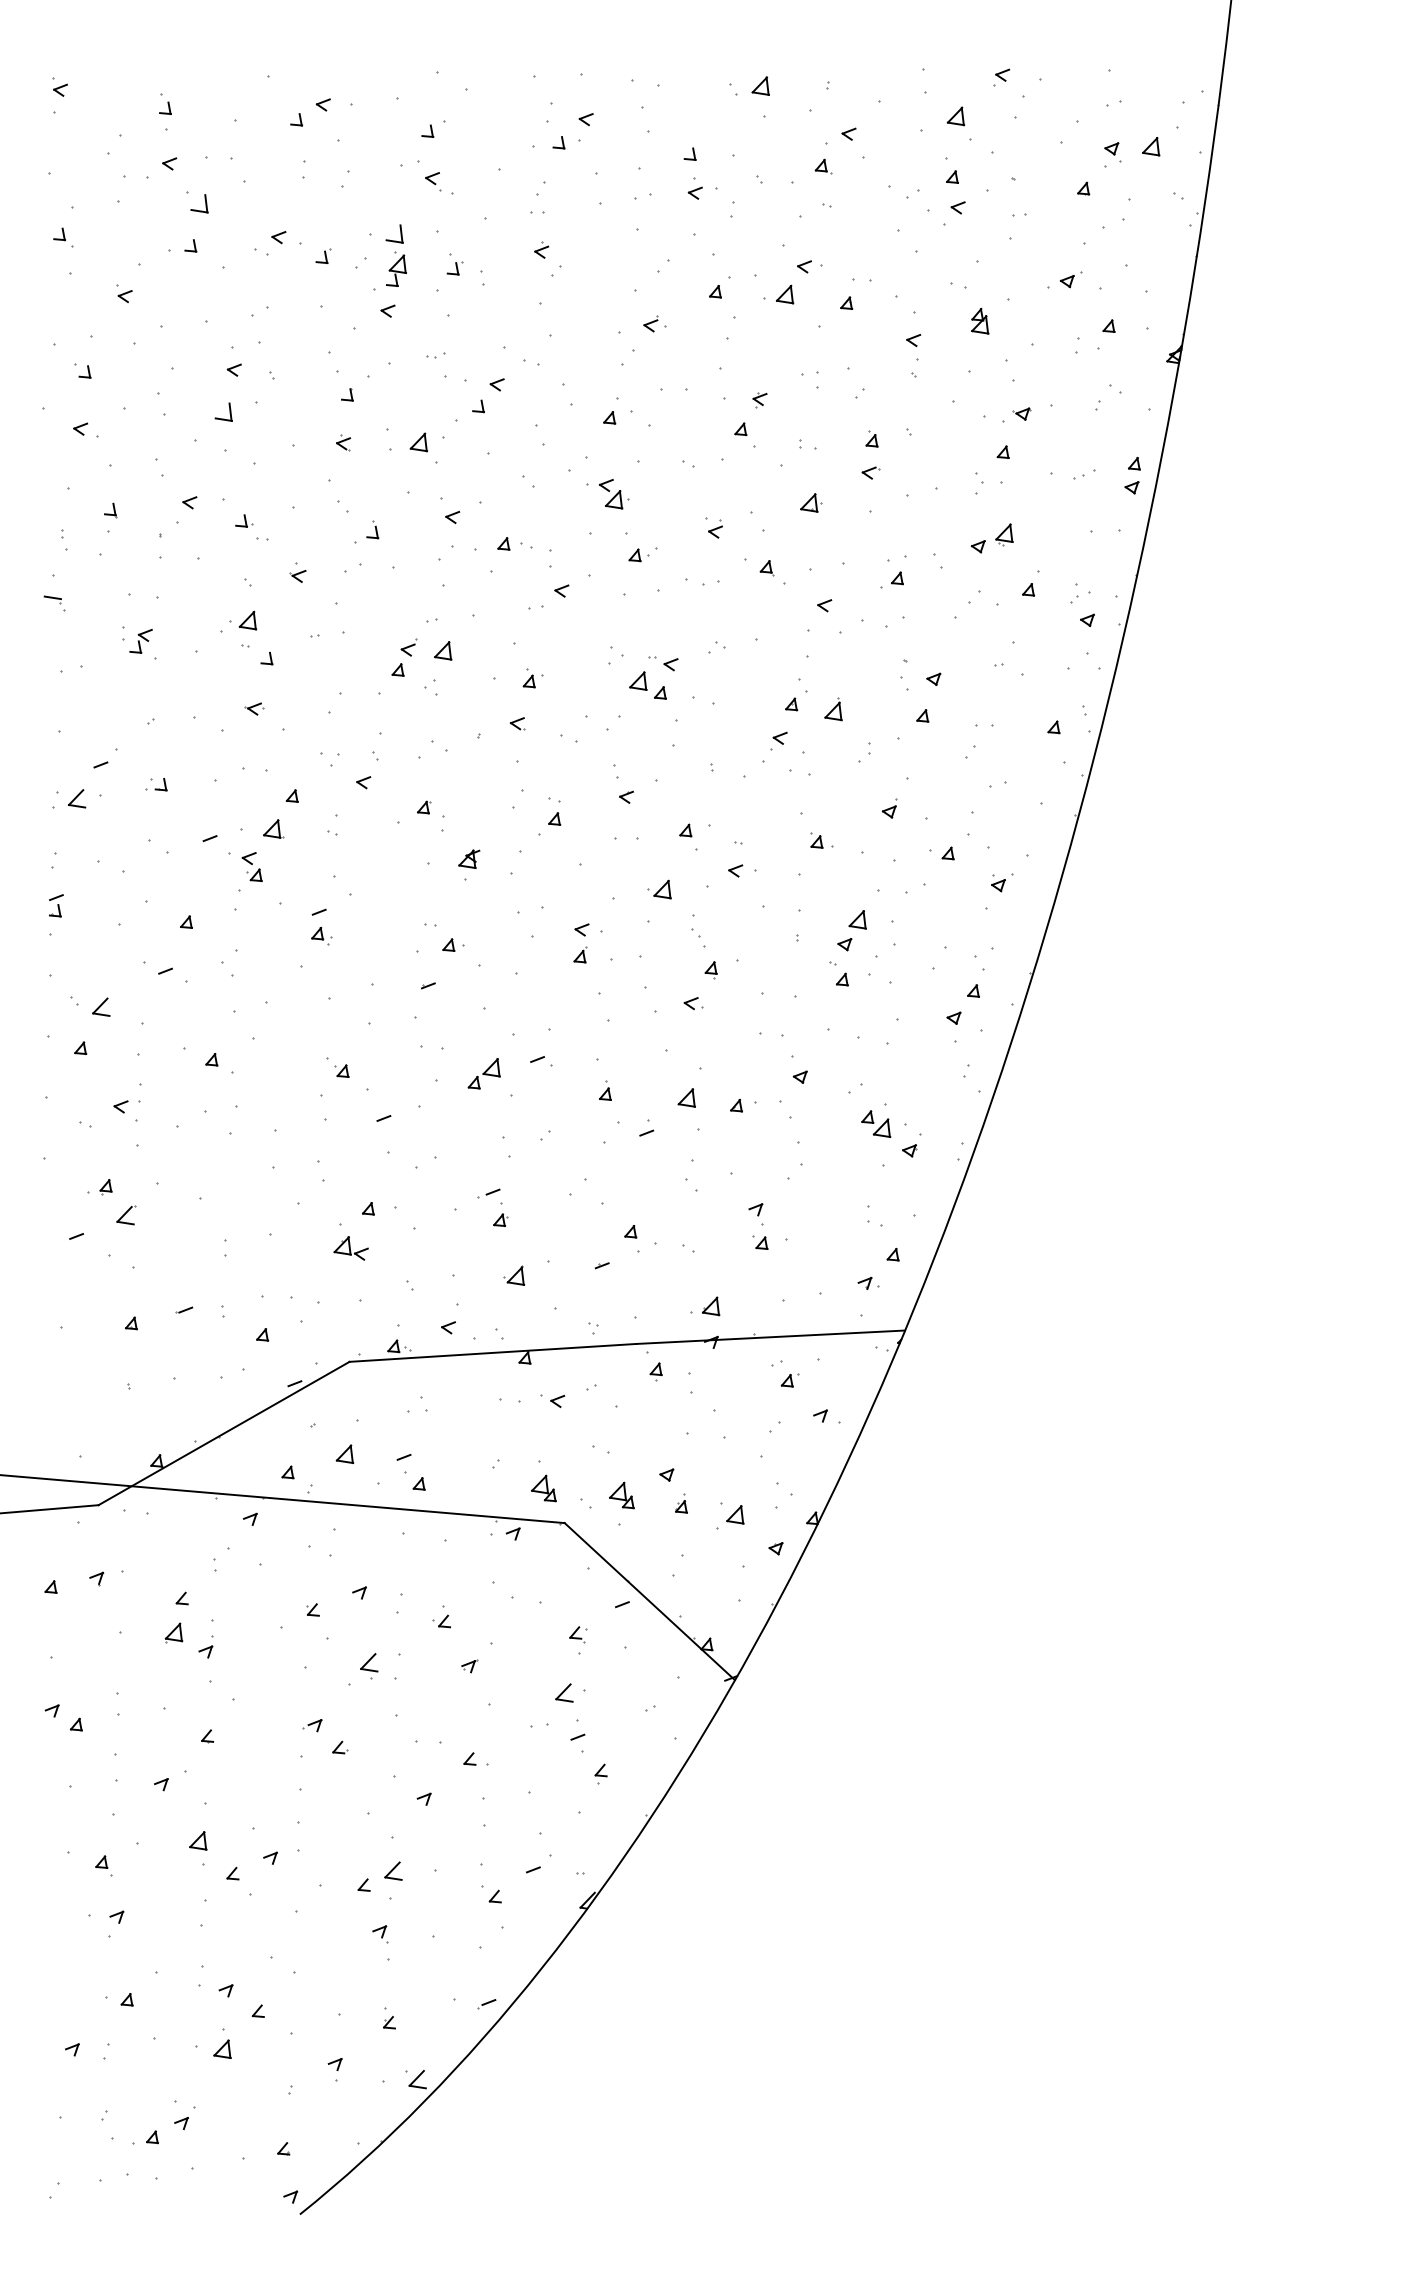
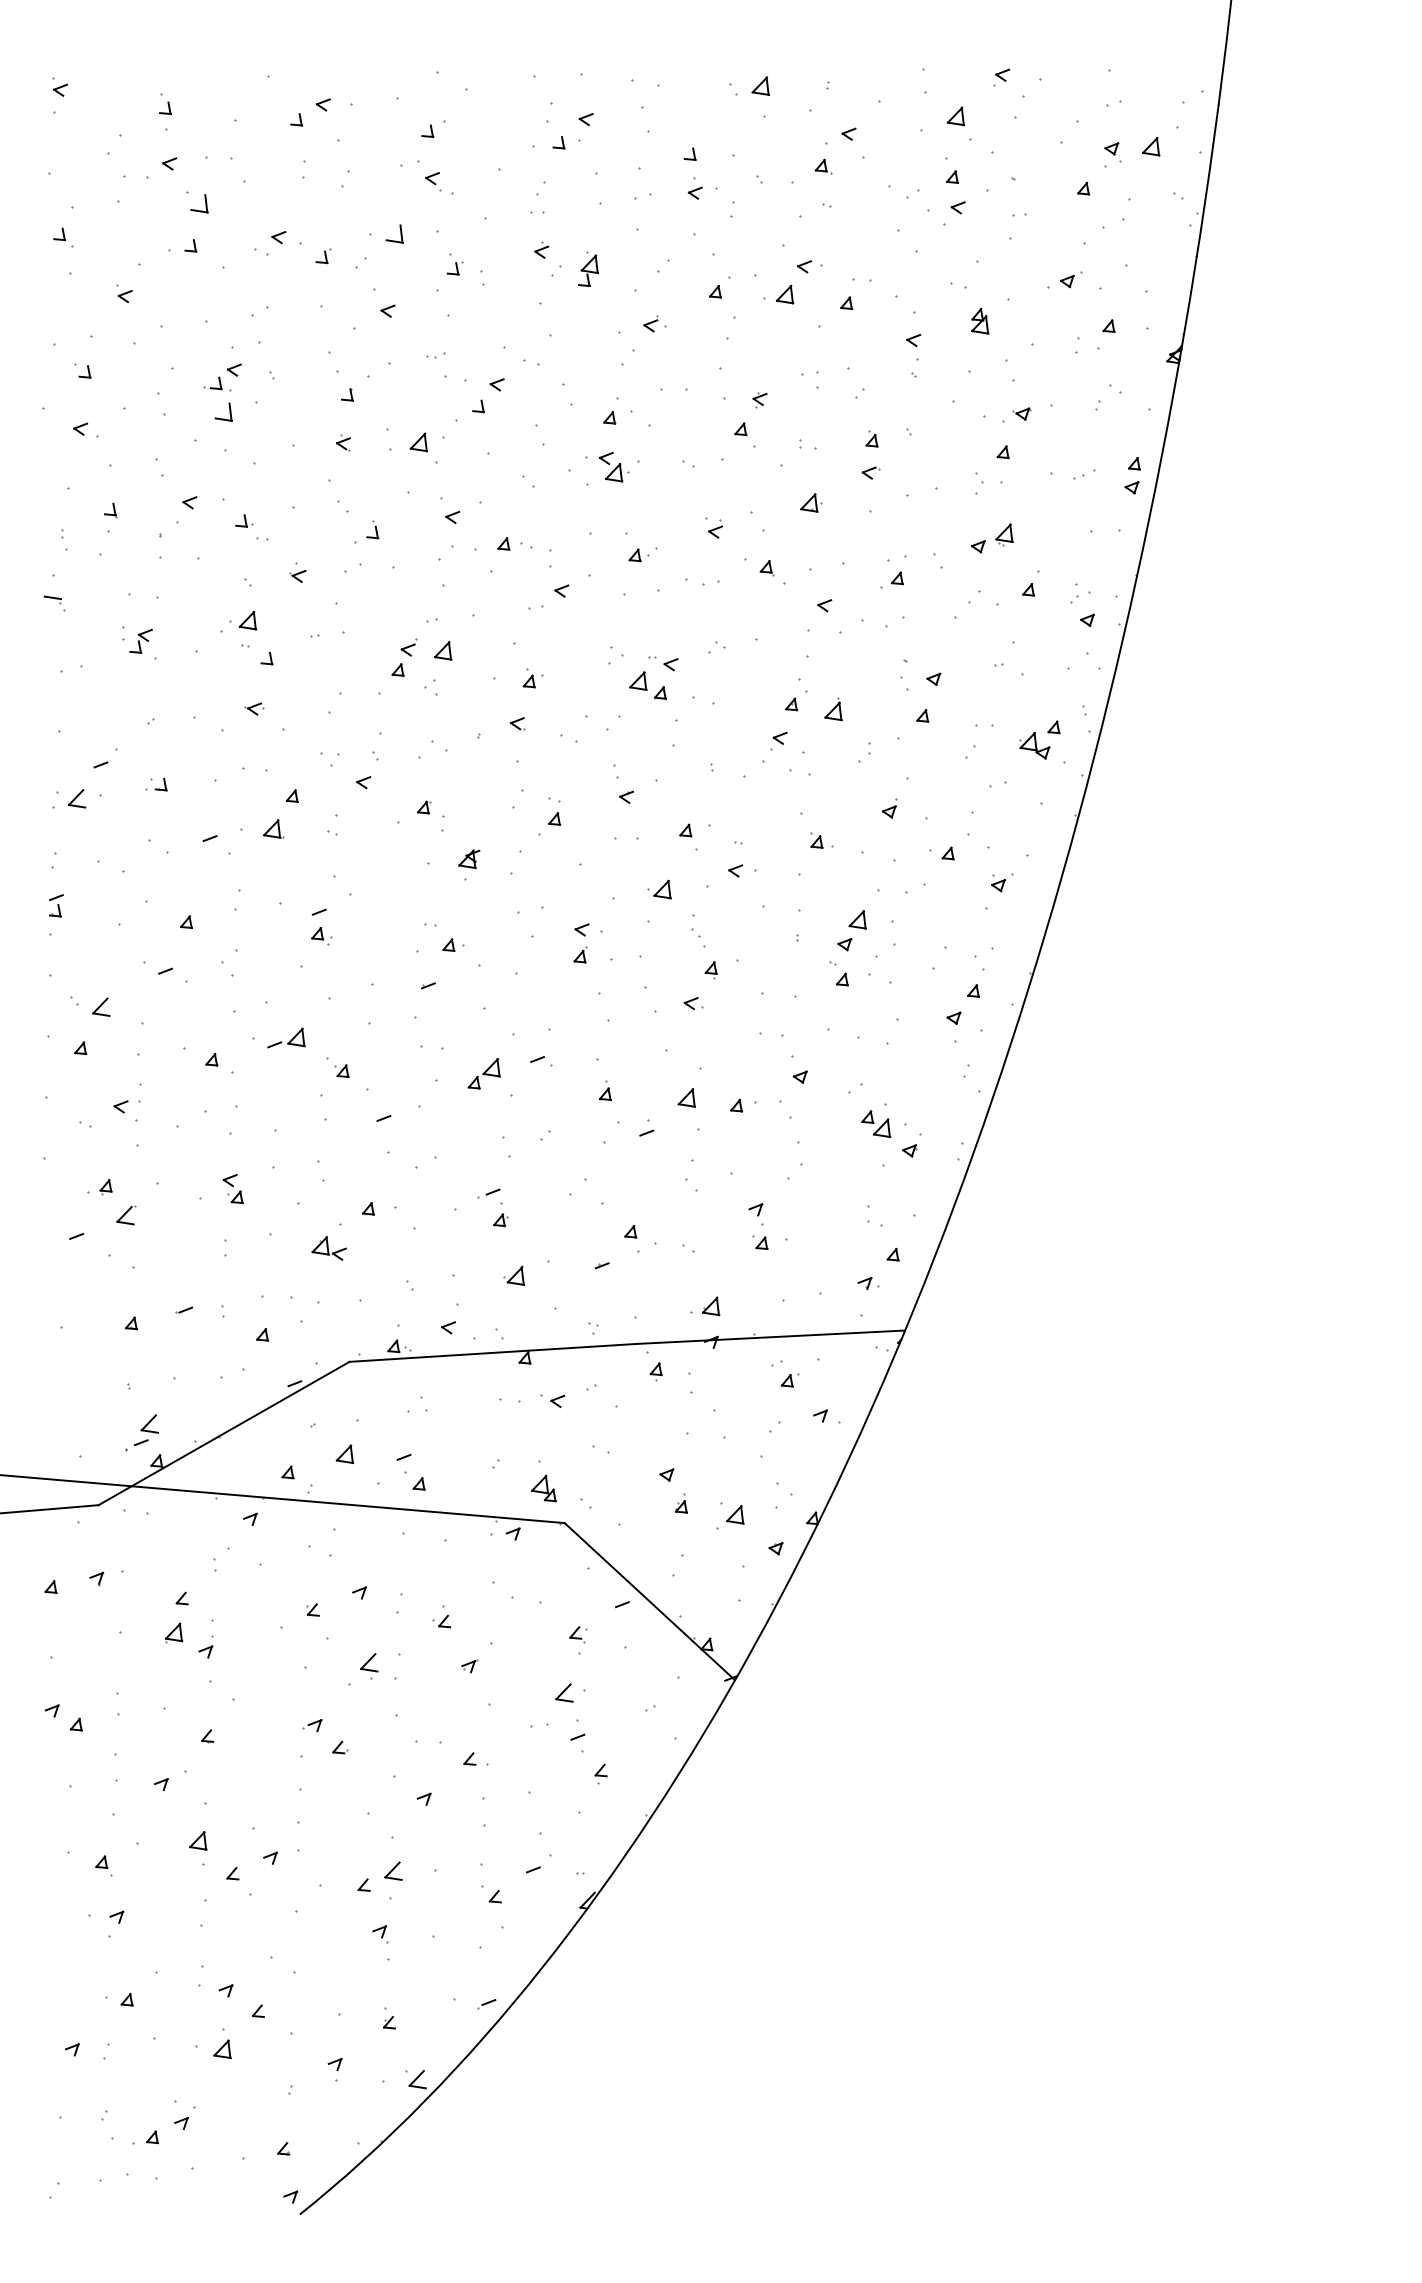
part at (396, 268) position: (396, 268) -> (588, 268)
part at (217, 383): none -> present
part at (614, 494) position: (614, 494) -> (614, 467)
part at (1034, 745): none -> present
part at (251, 866) position: (251, 866) -> (232, 1188)
part at (286, 1037): none -> present
part at (350, 1248) position: (350, 1248) -> (328, 1248)
part at (141, 1432): none -> present
part at (621, 1495): present -> none
